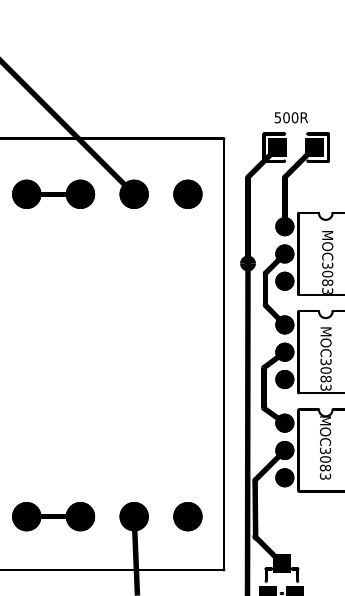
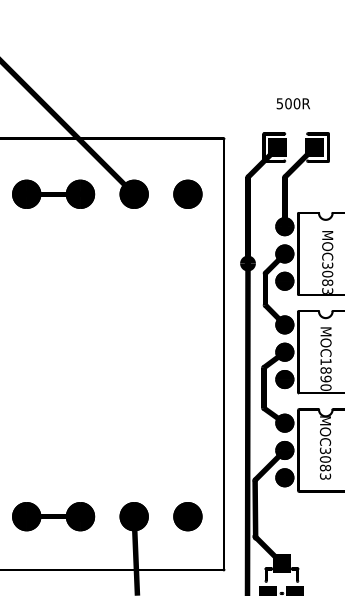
text at (290, 117) position: (290, 117) -> (292, 103)
text at (325, 374): MOC3083 -> MOC1890
